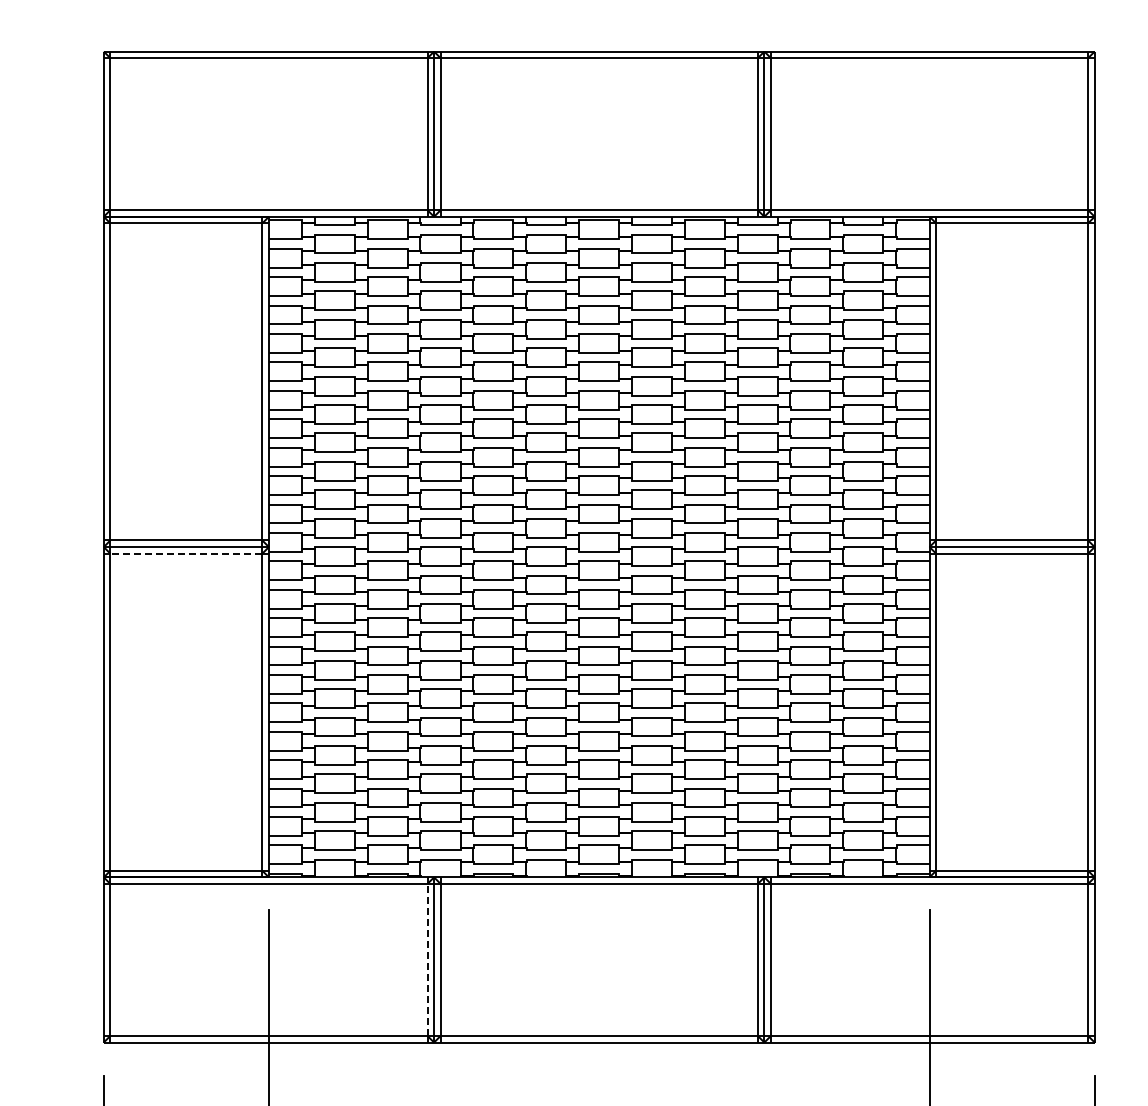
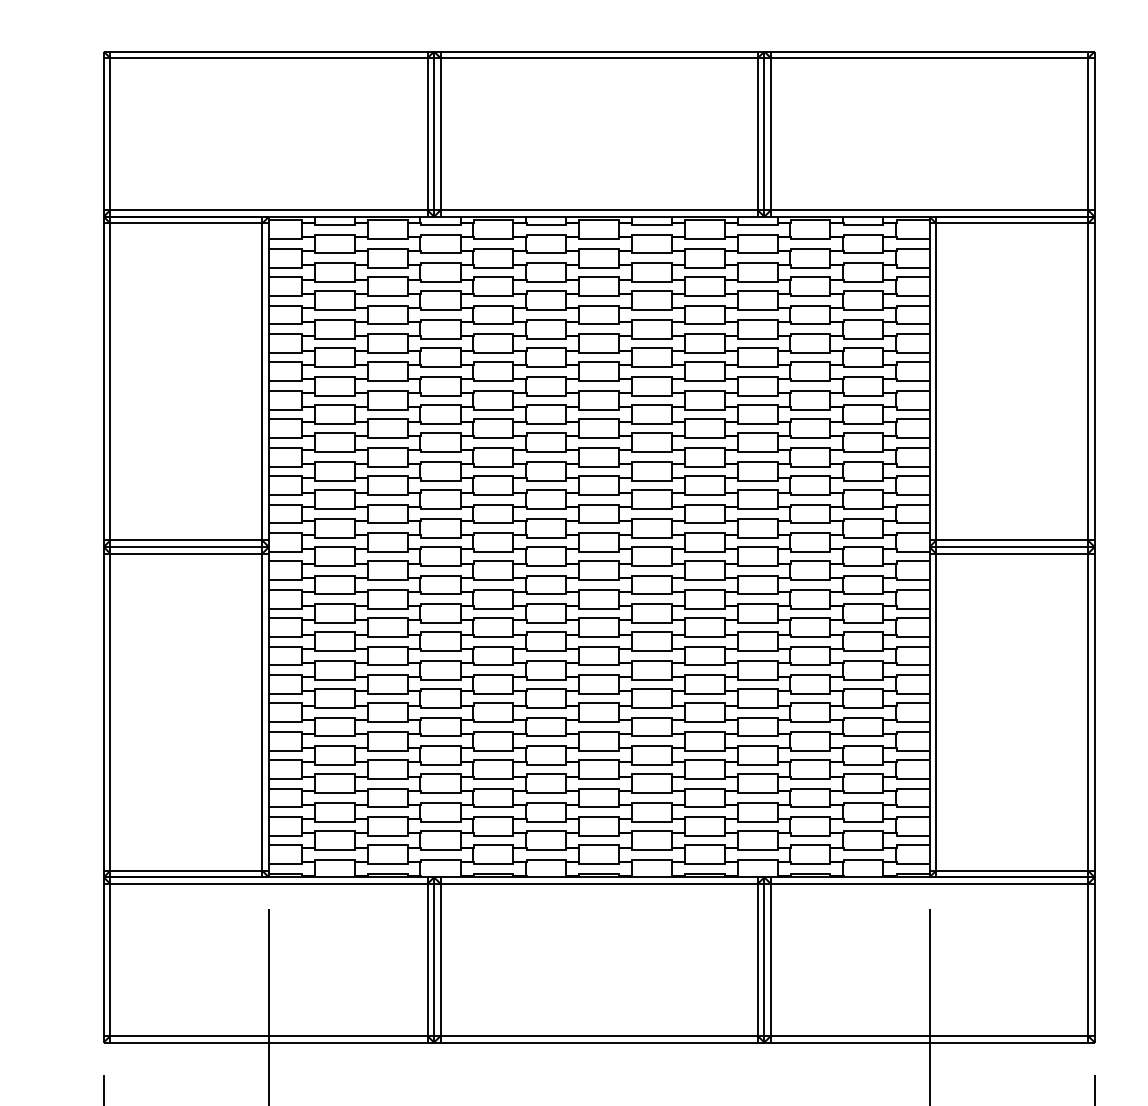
line at (186, 553): dashed -> solid
line at (427, 959): dashed -> solid
